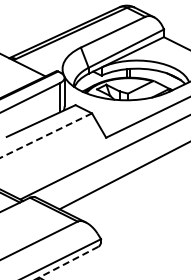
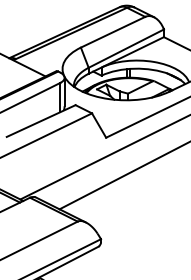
line at (46, 135): dashed -> solid
line at (66, 263): dashed -> solid
